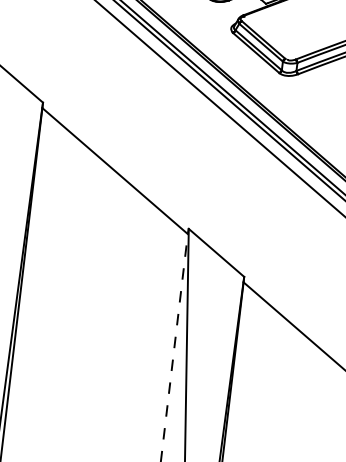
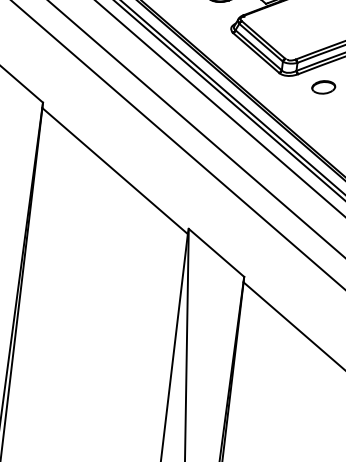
part at (323, 87): none -> present
line at (196, 128): none -> present
line at (177, 144): none -> present
line at (174, 347): dashed -> solid
